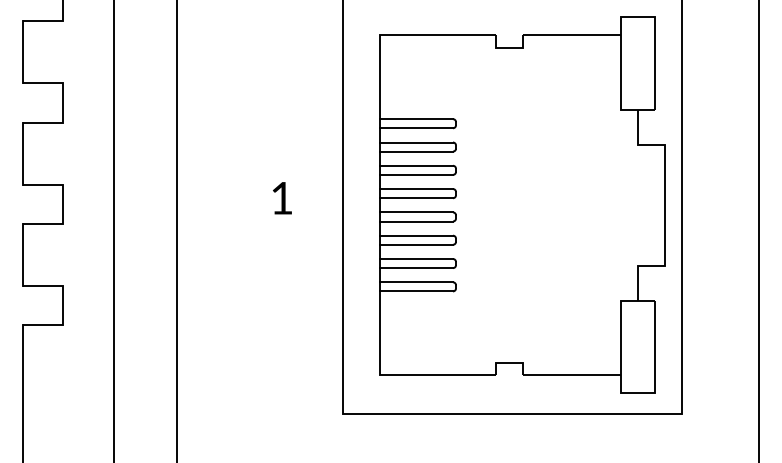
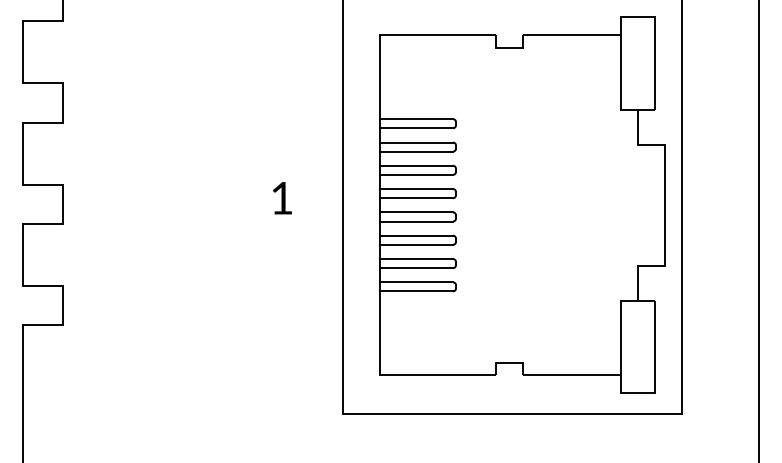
line at (113, 230): present -> none
line at (176, 230): present -> none
